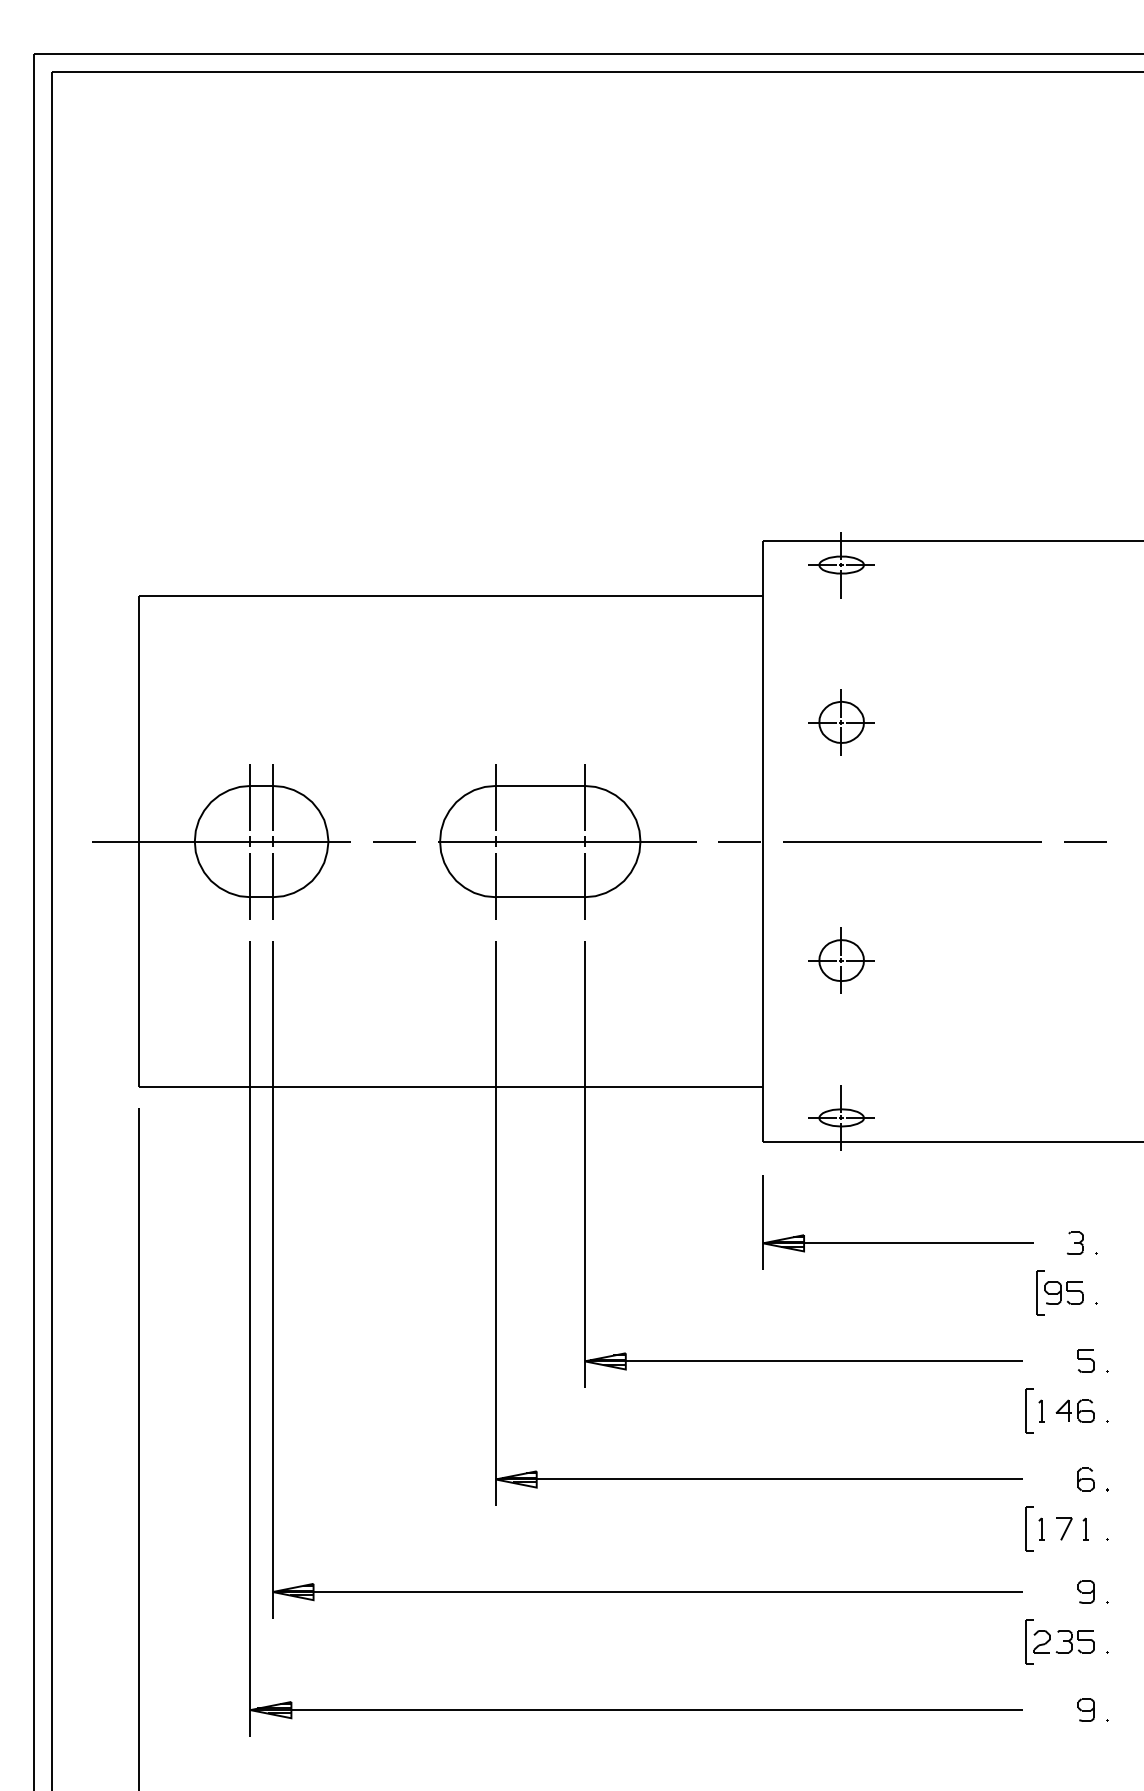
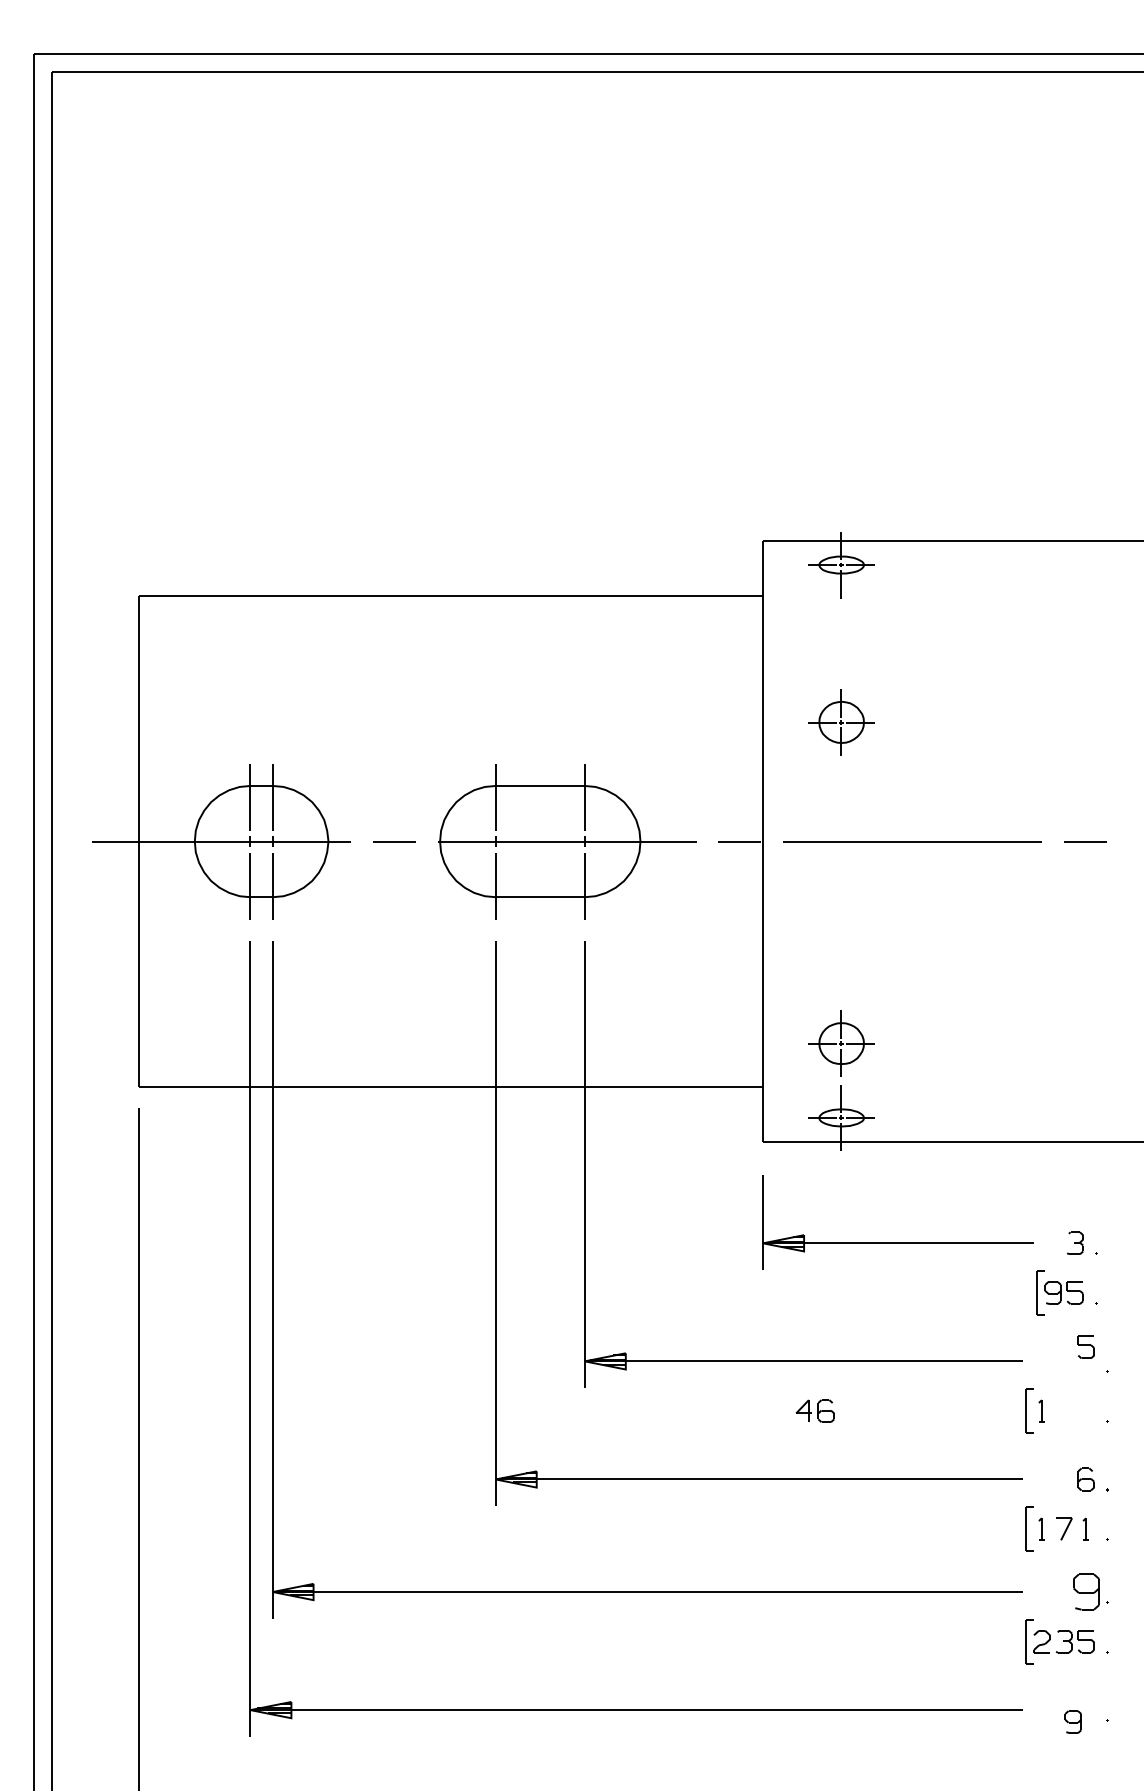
part at (841, 960) position: (841, 960) -> (841, 1043)
part at (1085, 1360) position: (1085, 1360) -> (1085, 1346)
part at (1074, 1410) position: (1074, 1410) -> (814, 1410)
part at (1085, 1591) size: 18x24 px -> 27x38 px
part at (1085, 1709) position: (1085, 1709) -> (1072, 1721)
